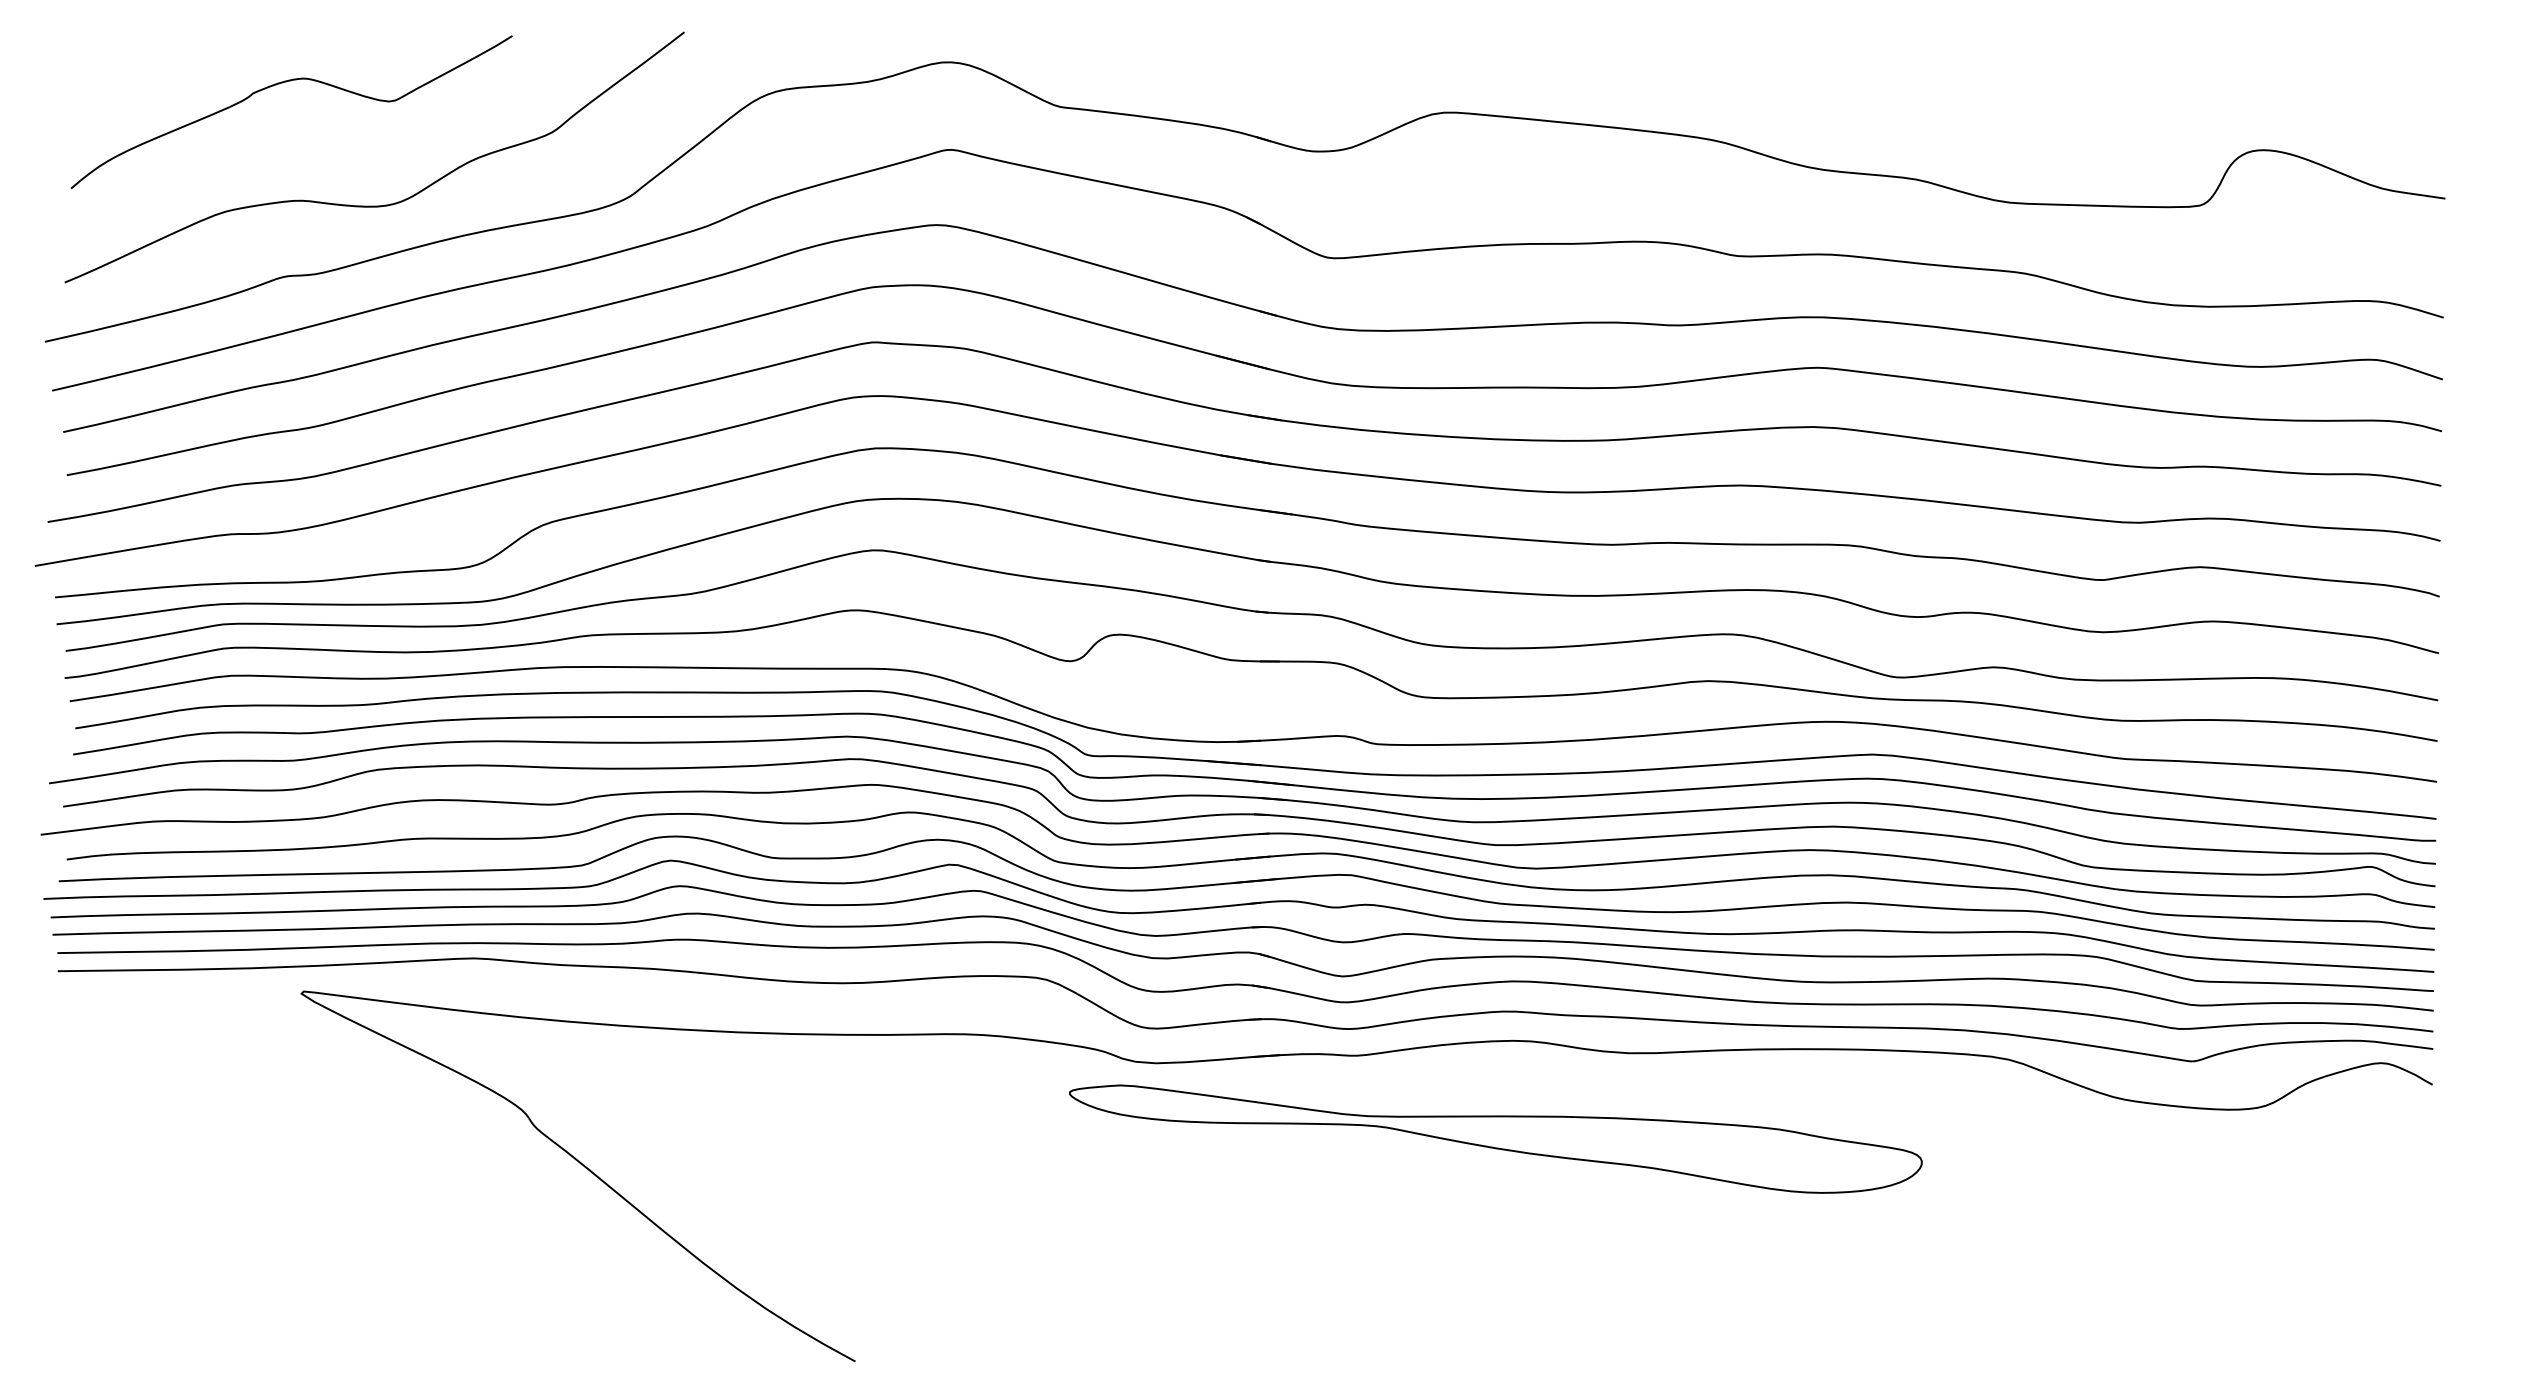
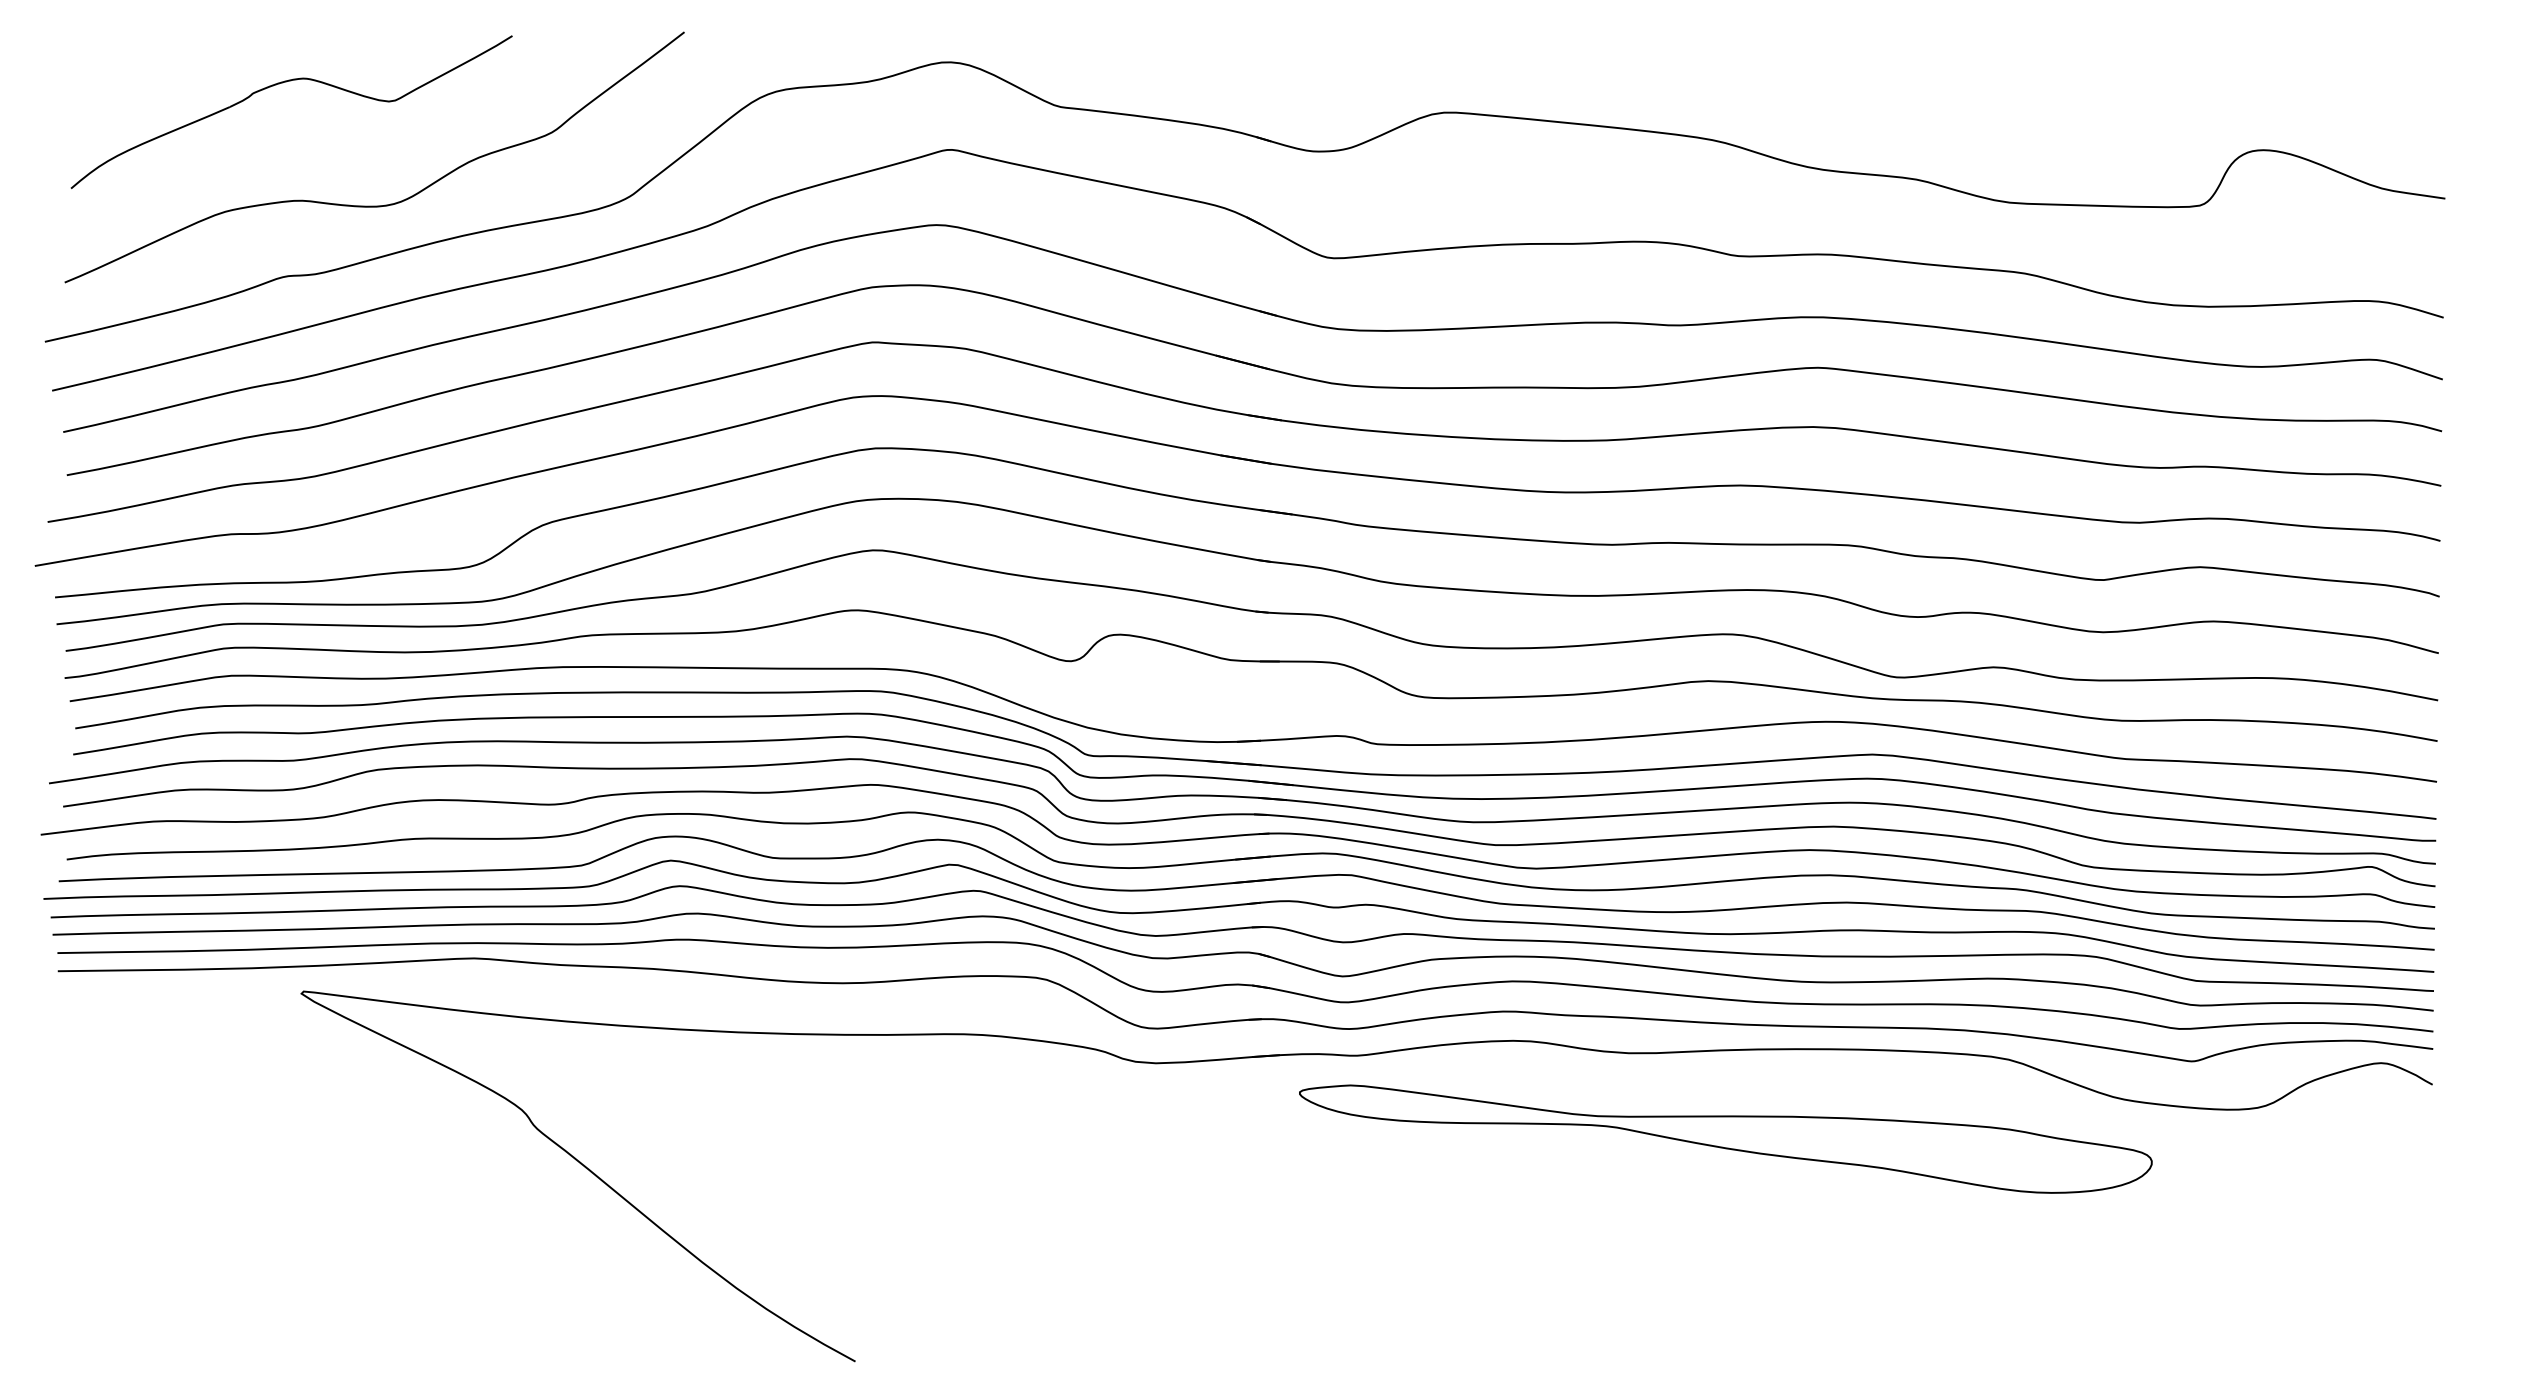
part at (1495, 1138) position: (1495, 1138) -> (1725, 1138)
